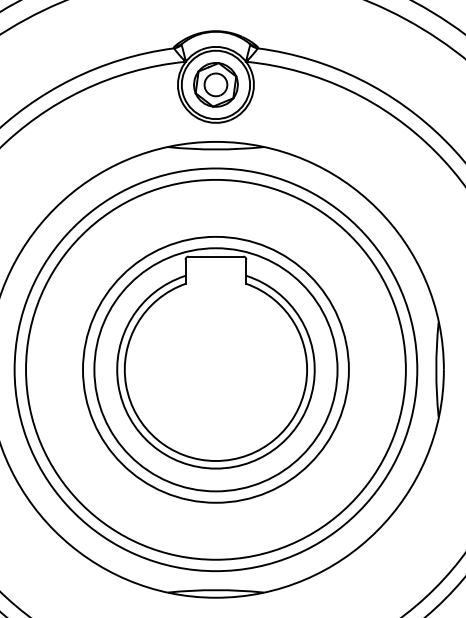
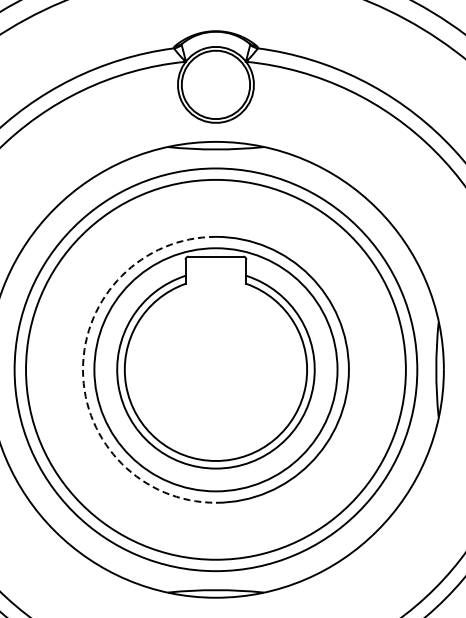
part at (215, 84): present -> none
arc at (83, 369): solid -> dashed
